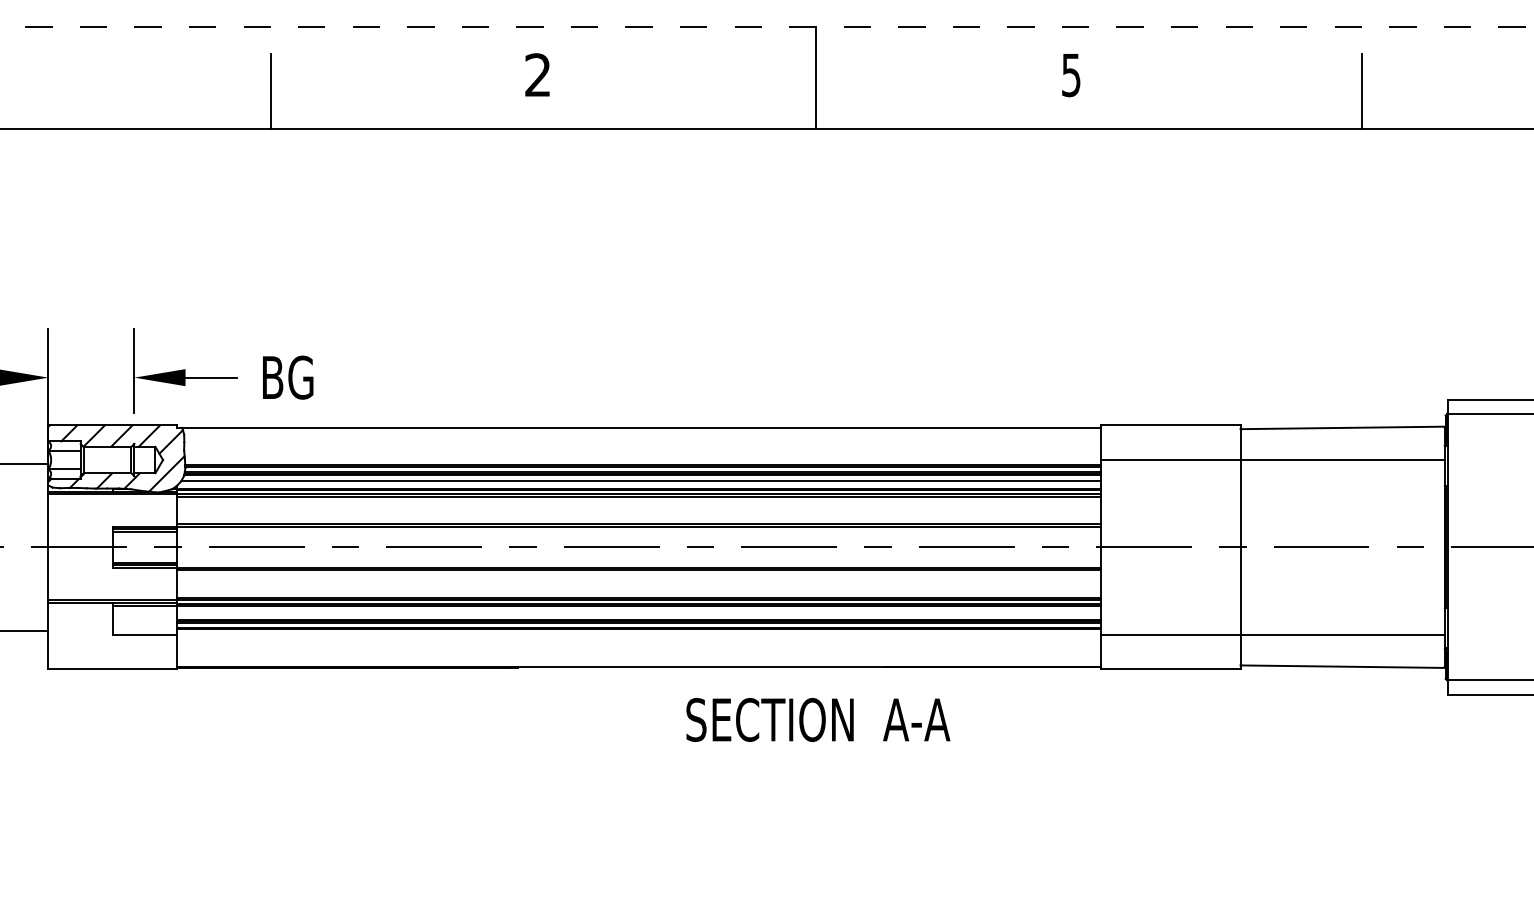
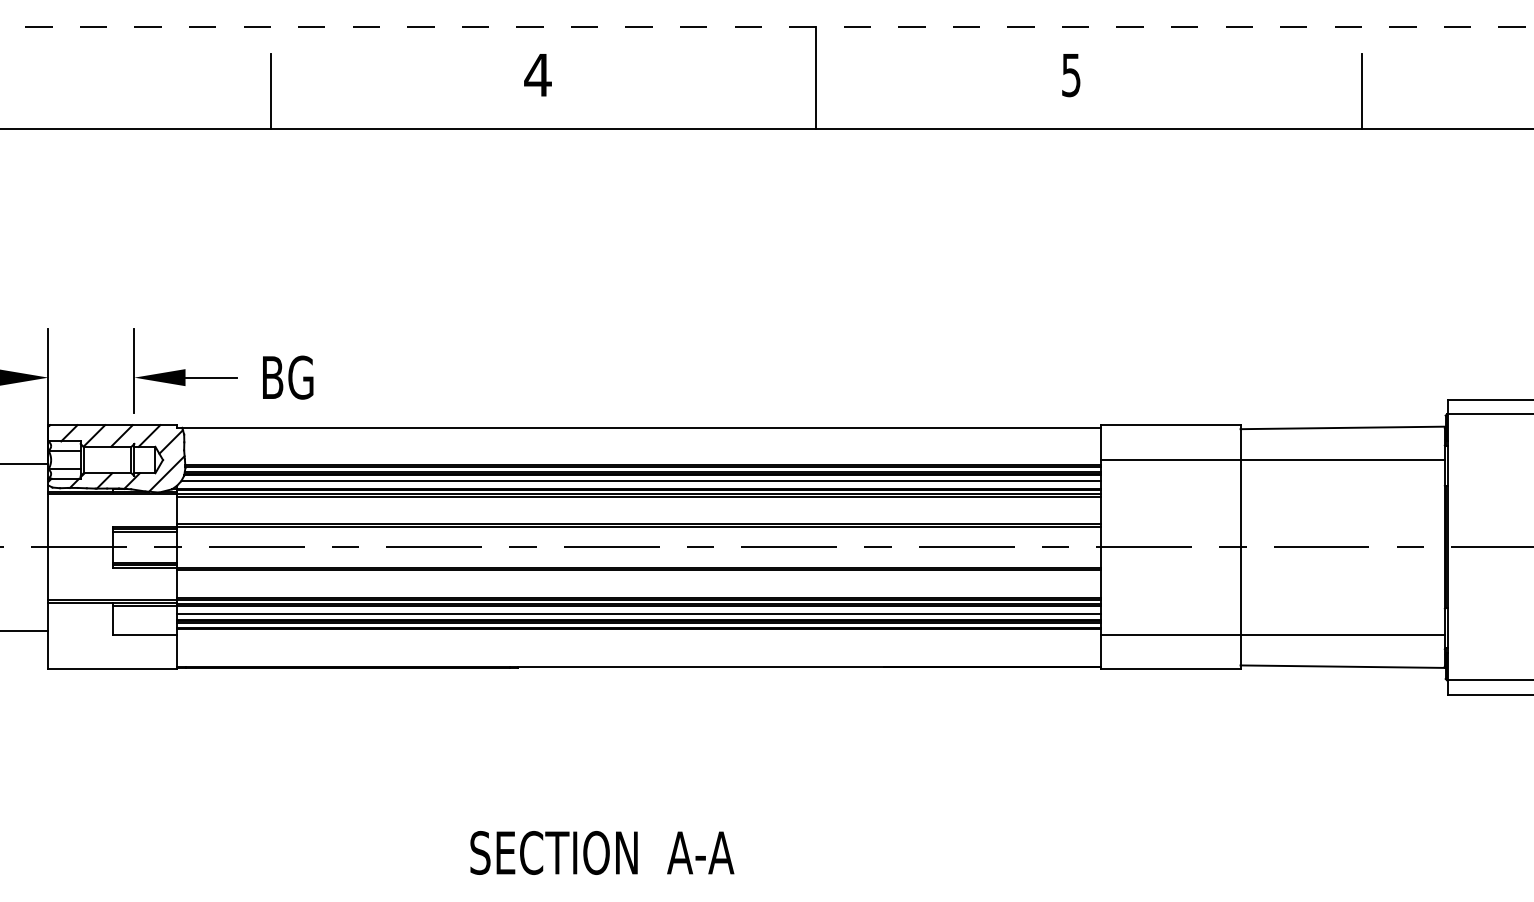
text at (537, 74): 2 -> 4
line at (638, 613): none -> present
text at (818, 719) position: (818, 719) -> (602, 852)
